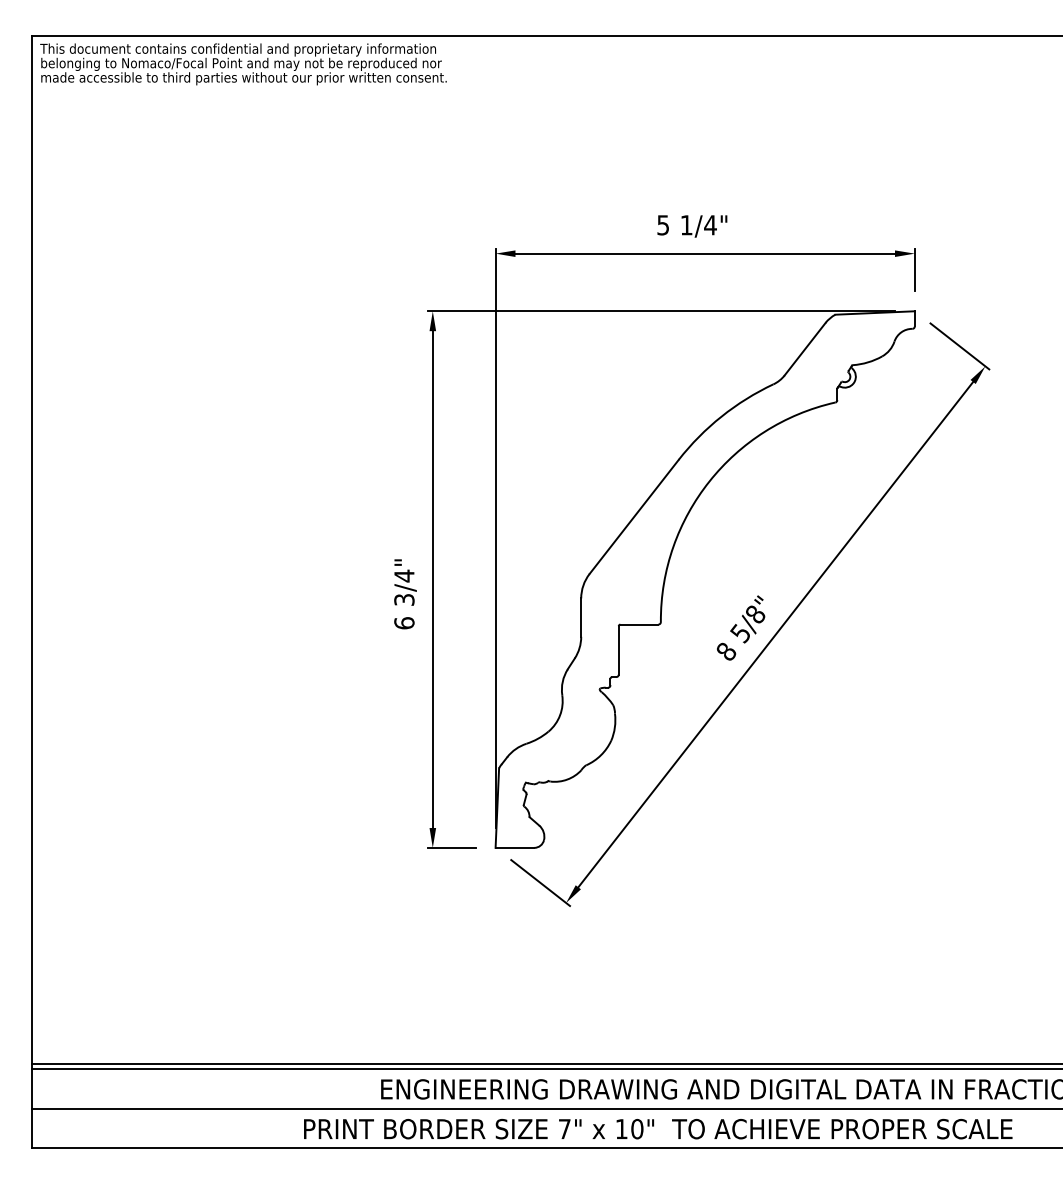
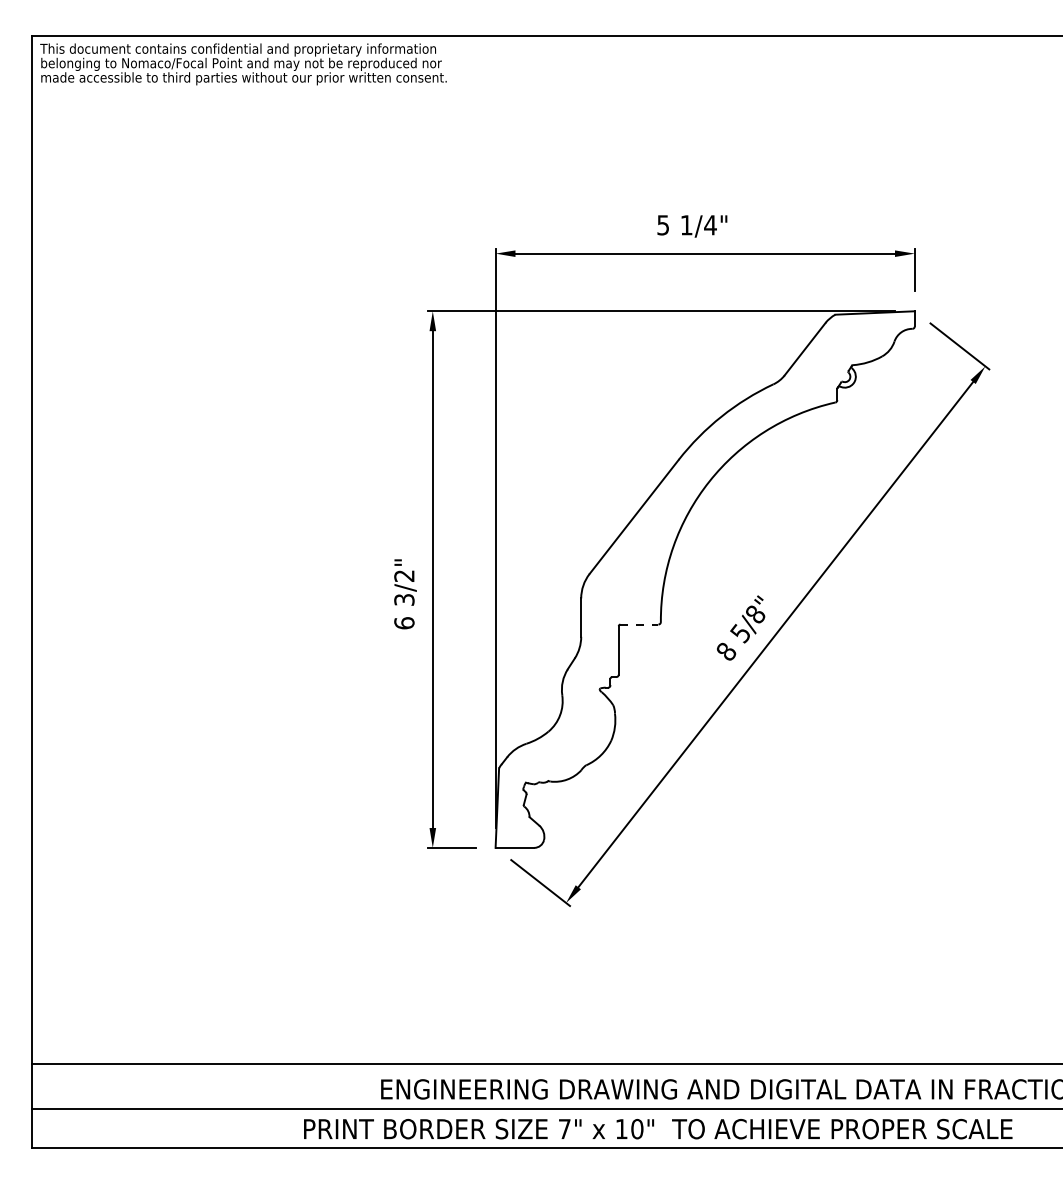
text at (404, 575): 3/4" -> 3/2"
line at (639, 624): solid -> dashed
line at (545, 1068): present -> none
